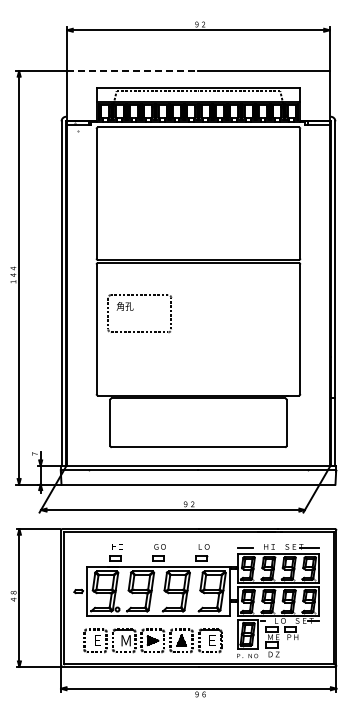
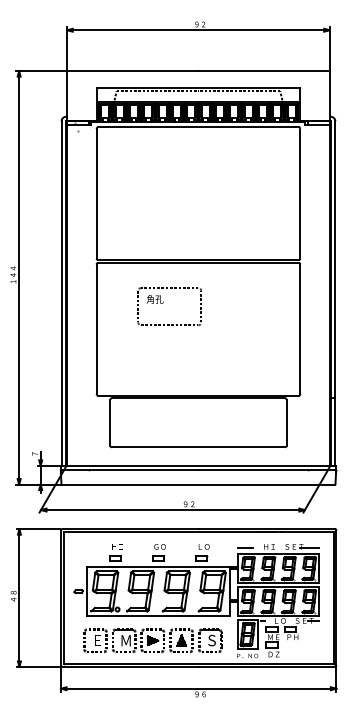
line at (132, 71): dashed -> solid
part at (133, 310) position: (133, 310) -> (163, 303)
text at (211, 640): Ｅ -> Ｓ
